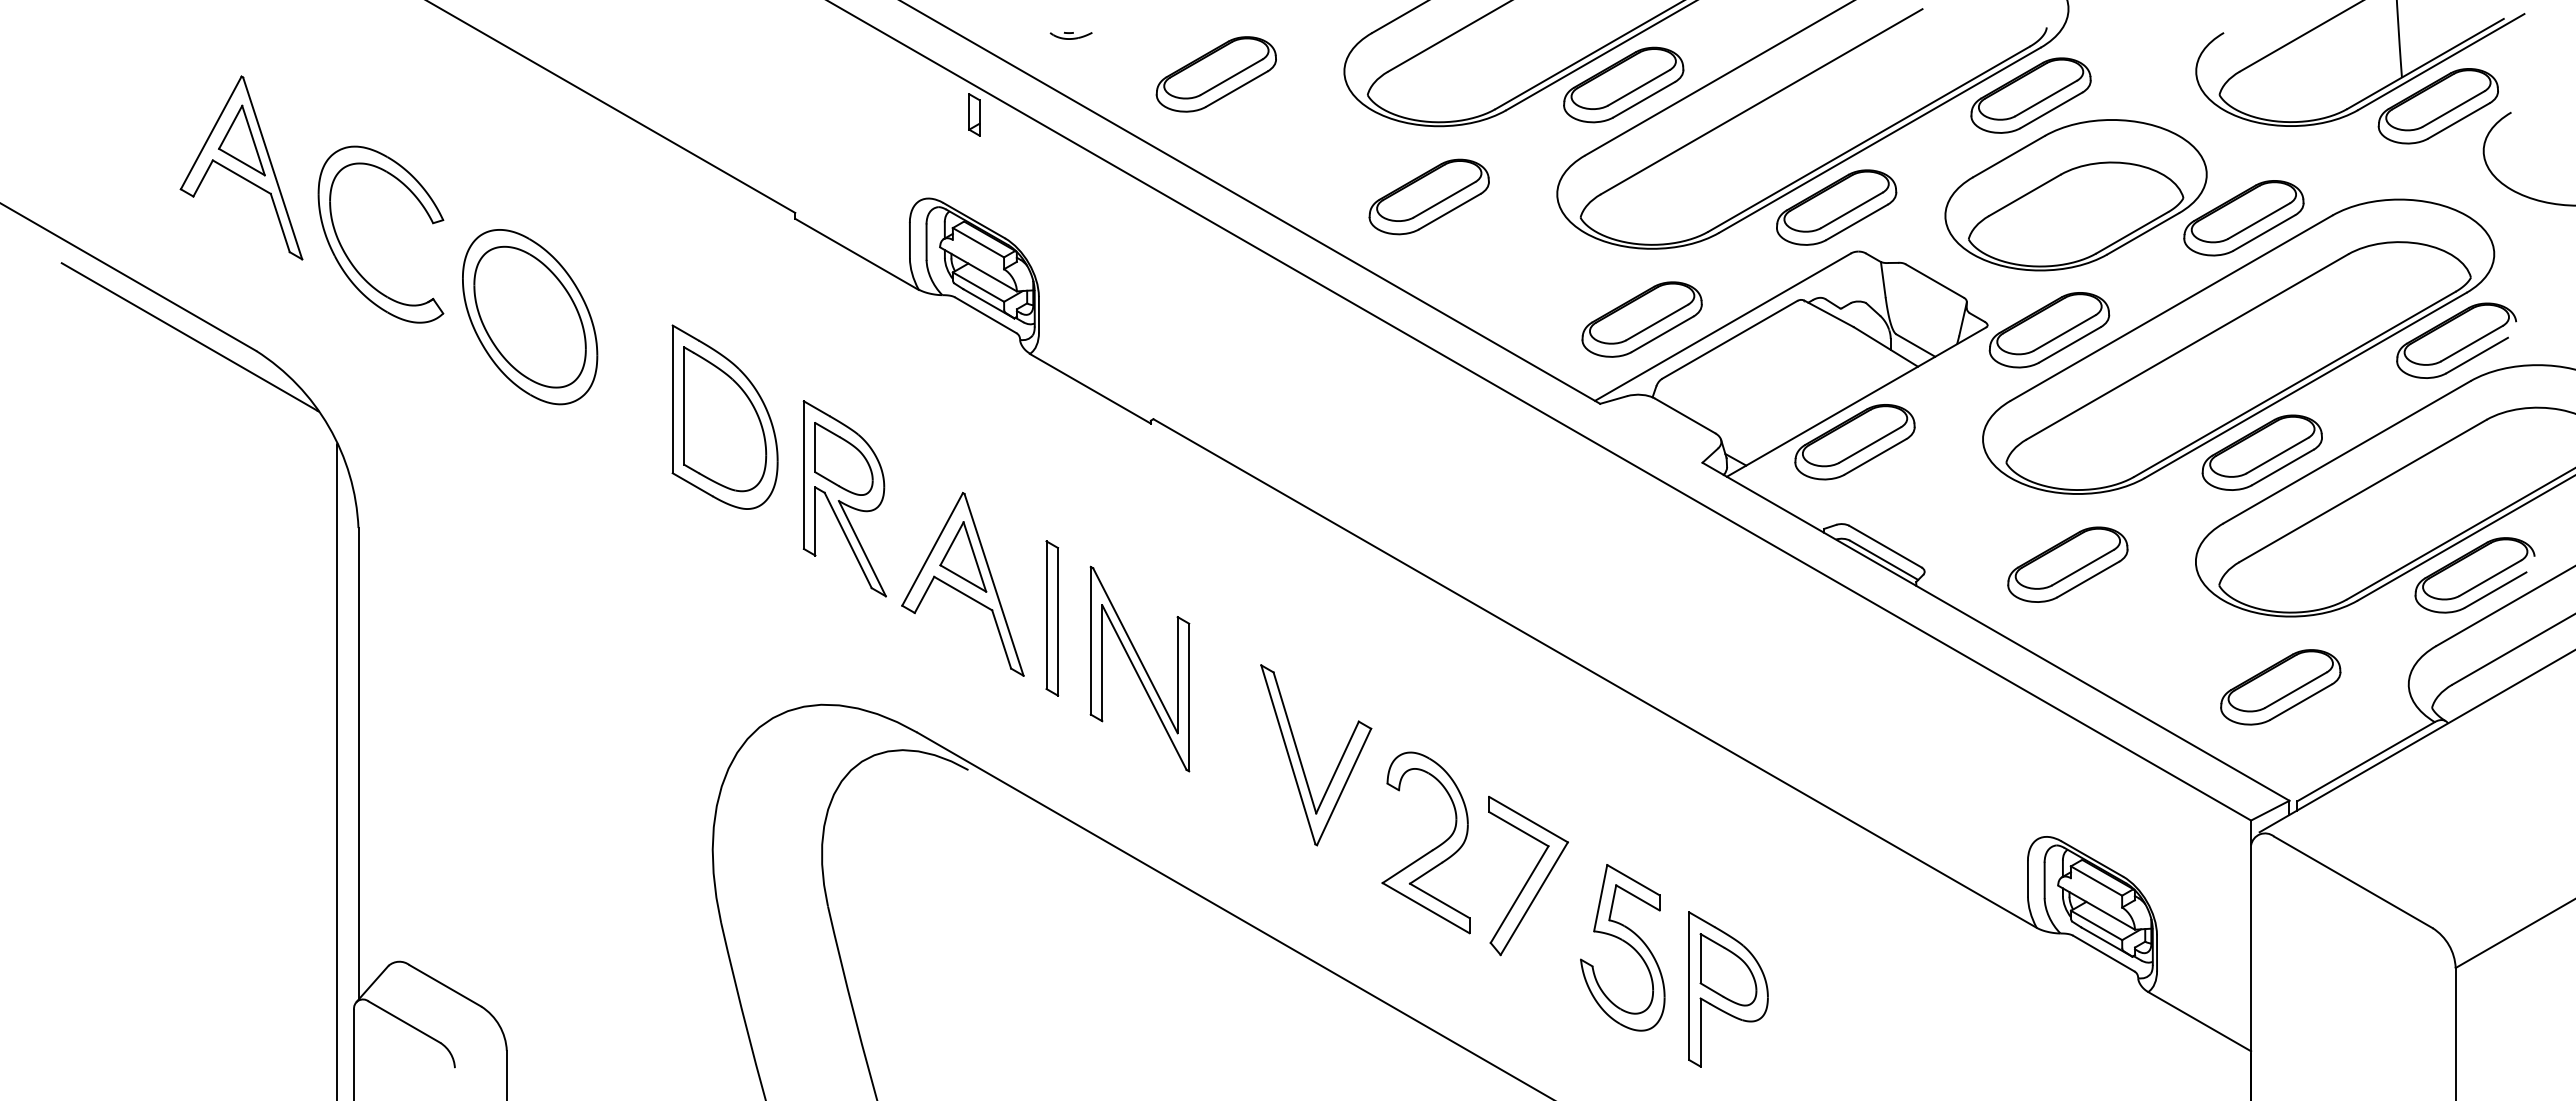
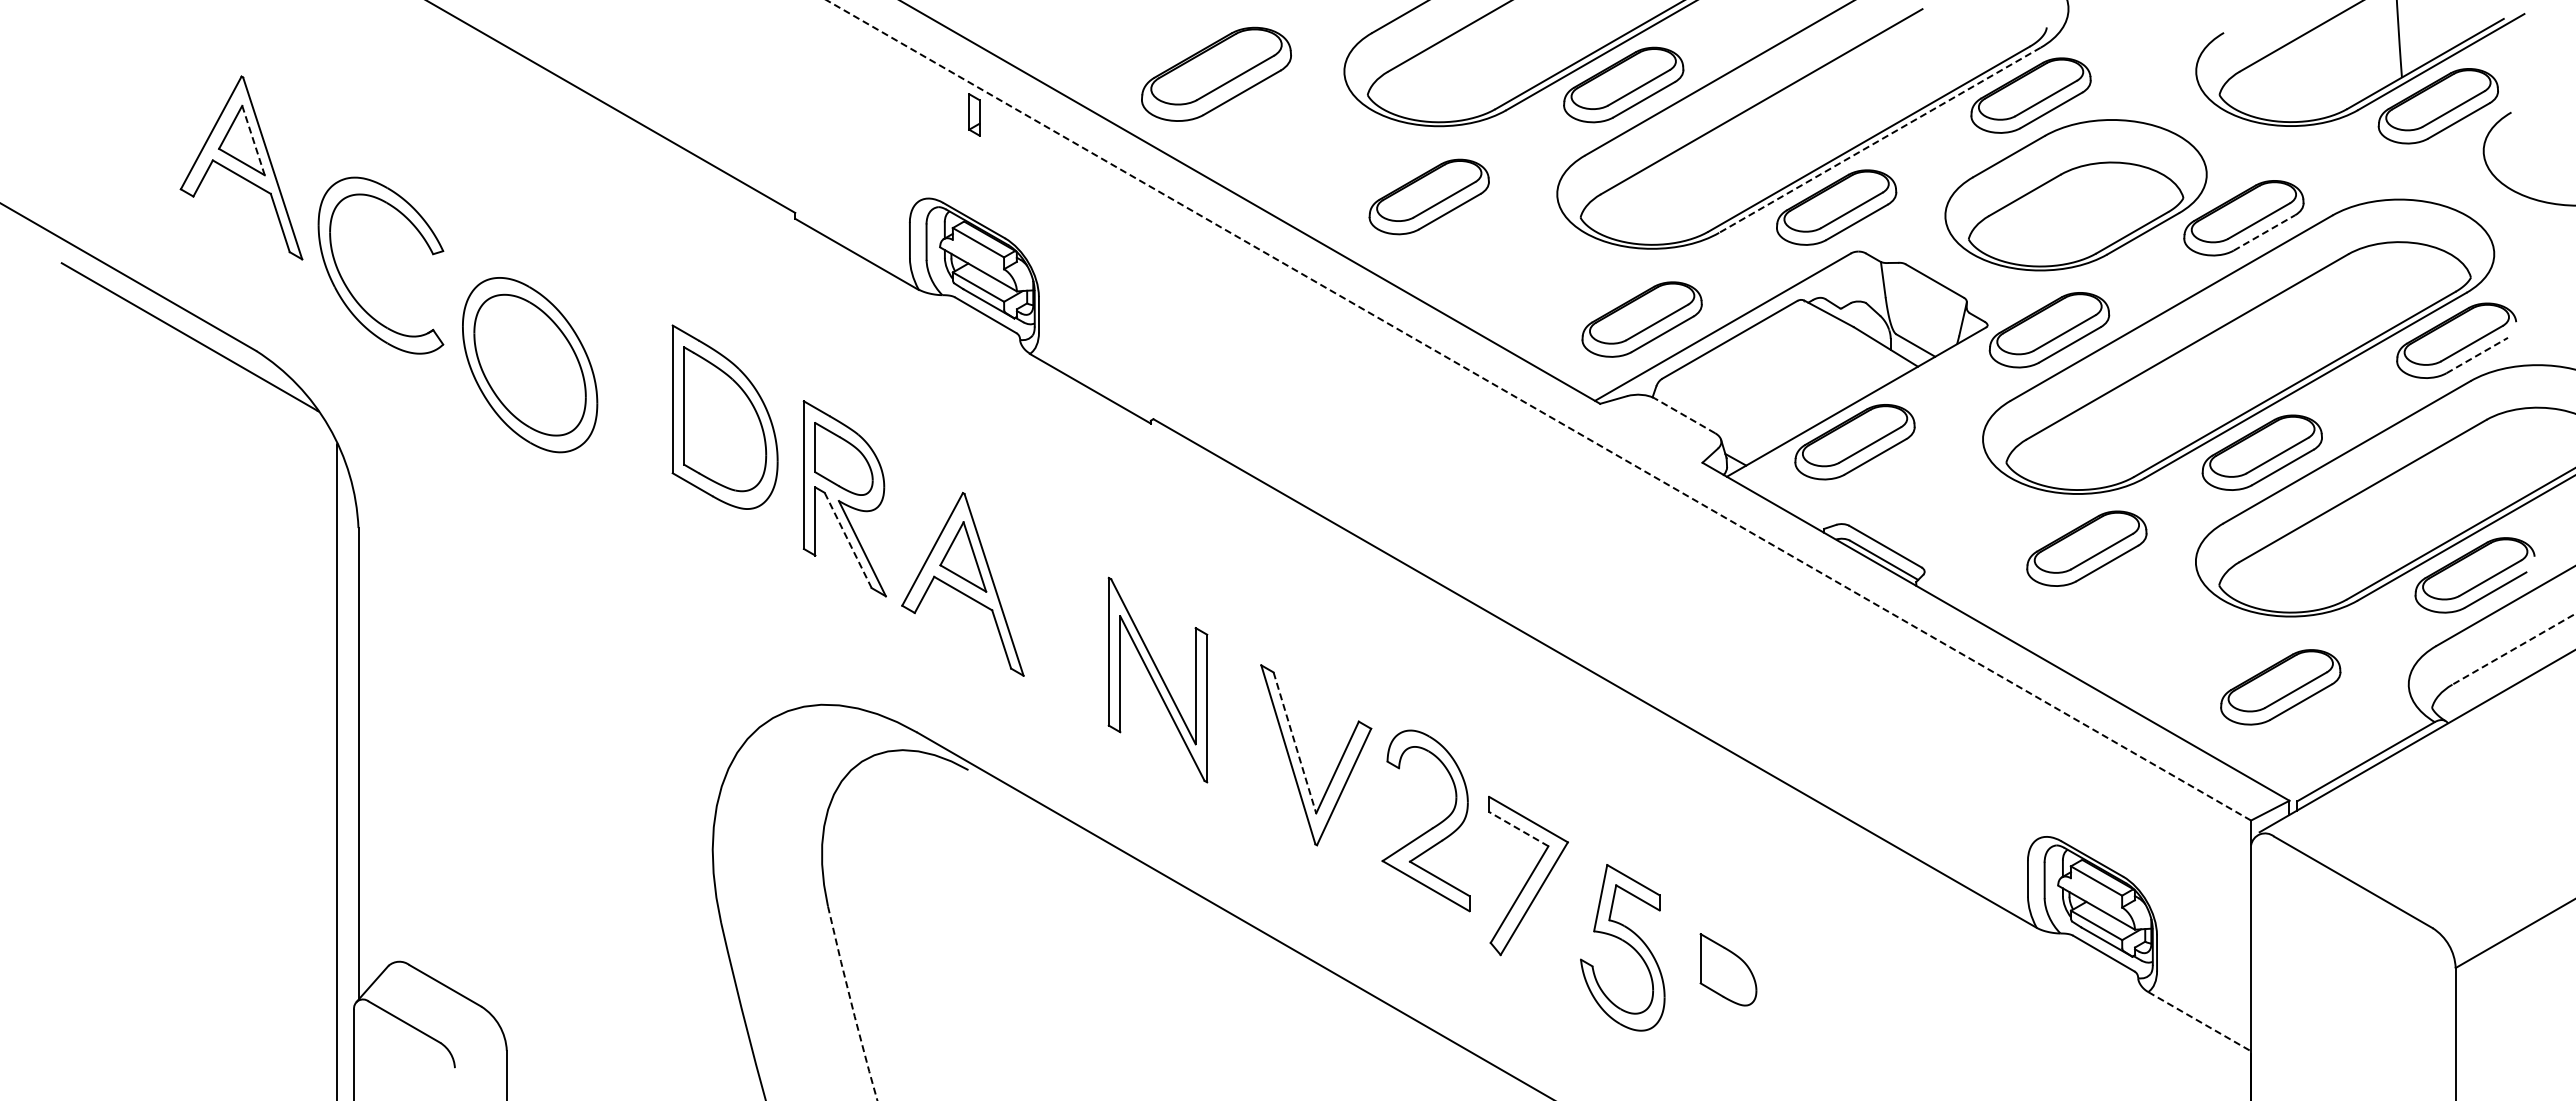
part at (1070, 35): present -> none
part at (1215, 74) size: 122x77 px -> 151x96 px
line at (253, 140): solid -> dashed
line at (1879, 140): solid -> dashed
line at (2264, 232): solid -> dashed
part at (345, 251) position: (345, 251) -> (345, 282)
part at (530, 317) position: (530, 317) -> (530, 365)
line at (2477, 355): solid -> dashed
line at (1538, 410): solid -> dashed
line at (1685, 415): solid -> dashed
line at (847, 540): solid -> dashed
part at (2067, 564) position: (2067, 564) -> (2086, 548)
part at (1052, 618): present -> none
line at (2513, 649): solid -> dashed
part at (1139, 668) position: (1139, 668) -> (1157, 679)
line at (1294, 742): solid -> dashed
line at (1518, 828): solid -> dashed
part at (1431, 849) position: (1431, 849) -> (1431, 827)
part at (1728, 989): present -> none
arc at (851, 1004): solid -> dashed
line at (2200, 1021): solid -> dashed
